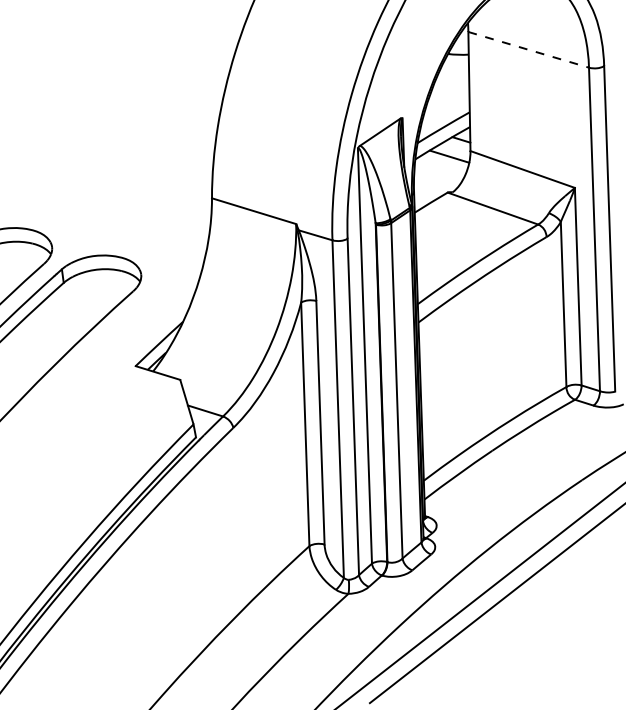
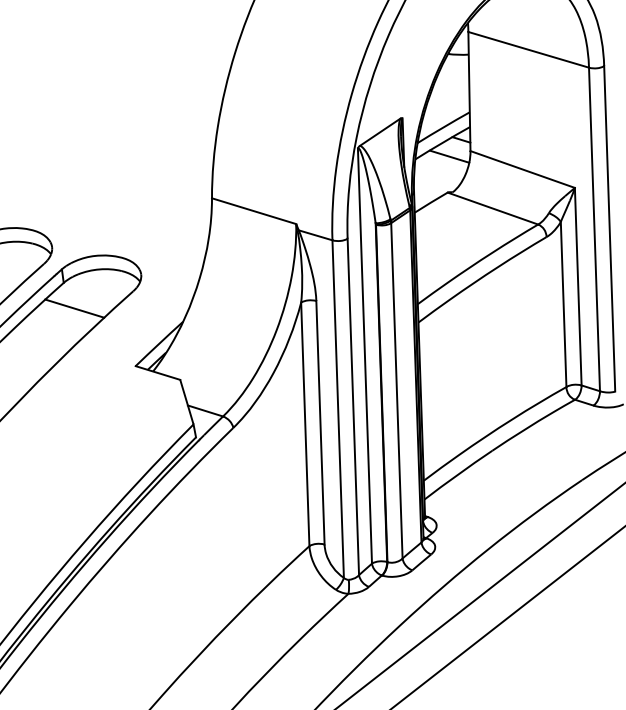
line at (528, 49): dashed -> solid
line at (74, 308): none -> present
line at (495, 604) position: (495, 604) -> (508, 617)
